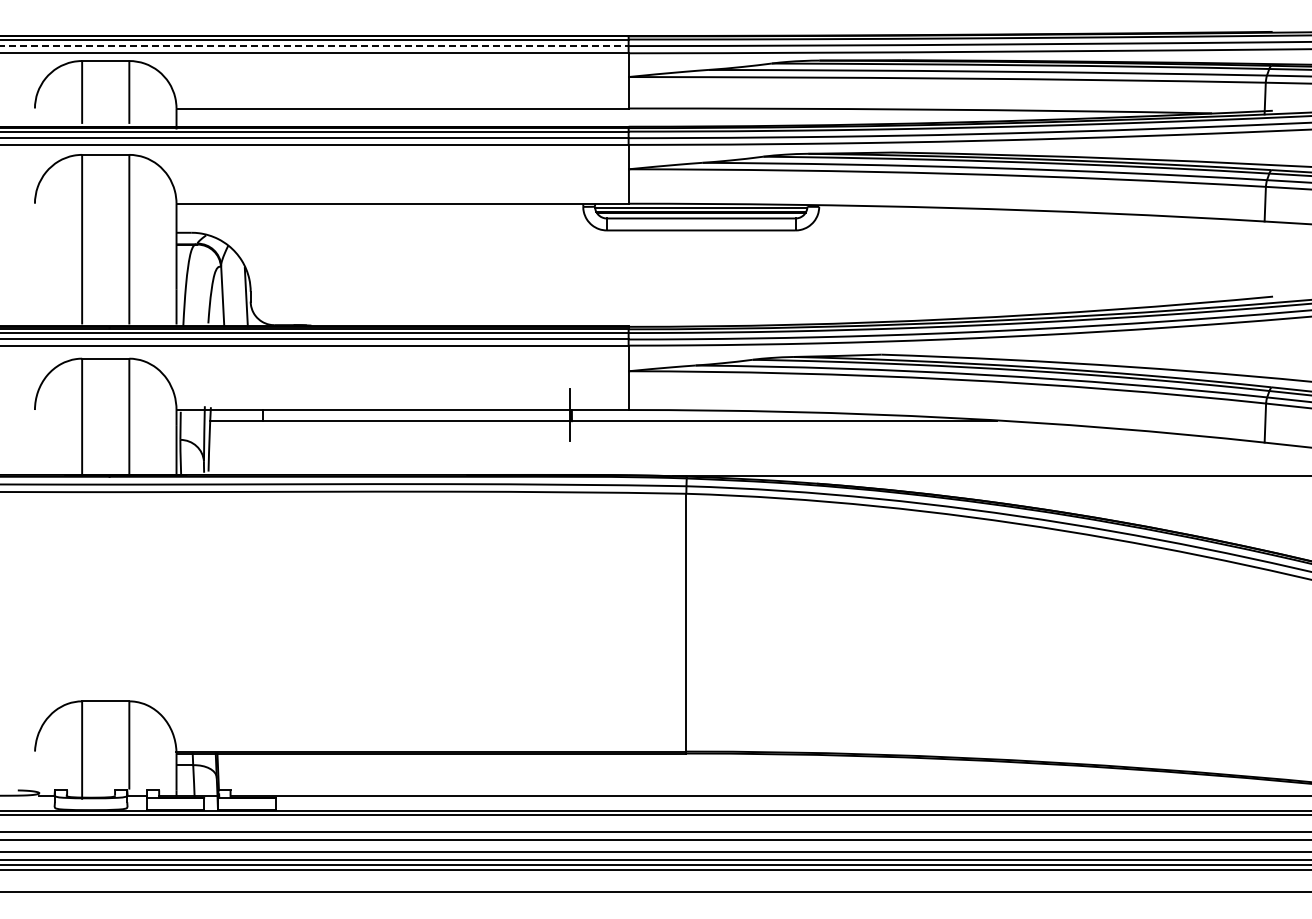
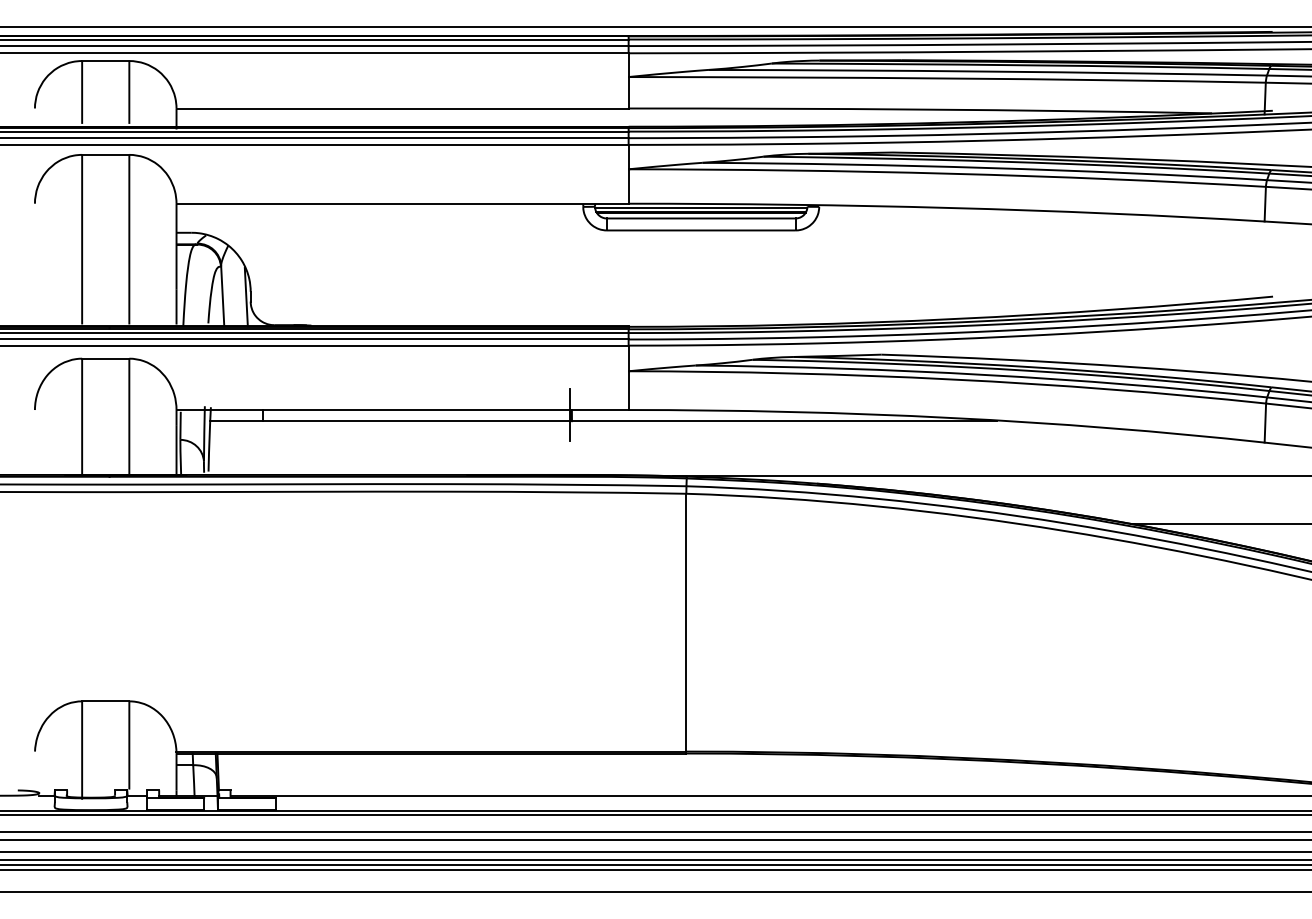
line at (655, 27): none -> present
line at (314, 46): dashed -> solid
line at (1219, 524): none -> present
